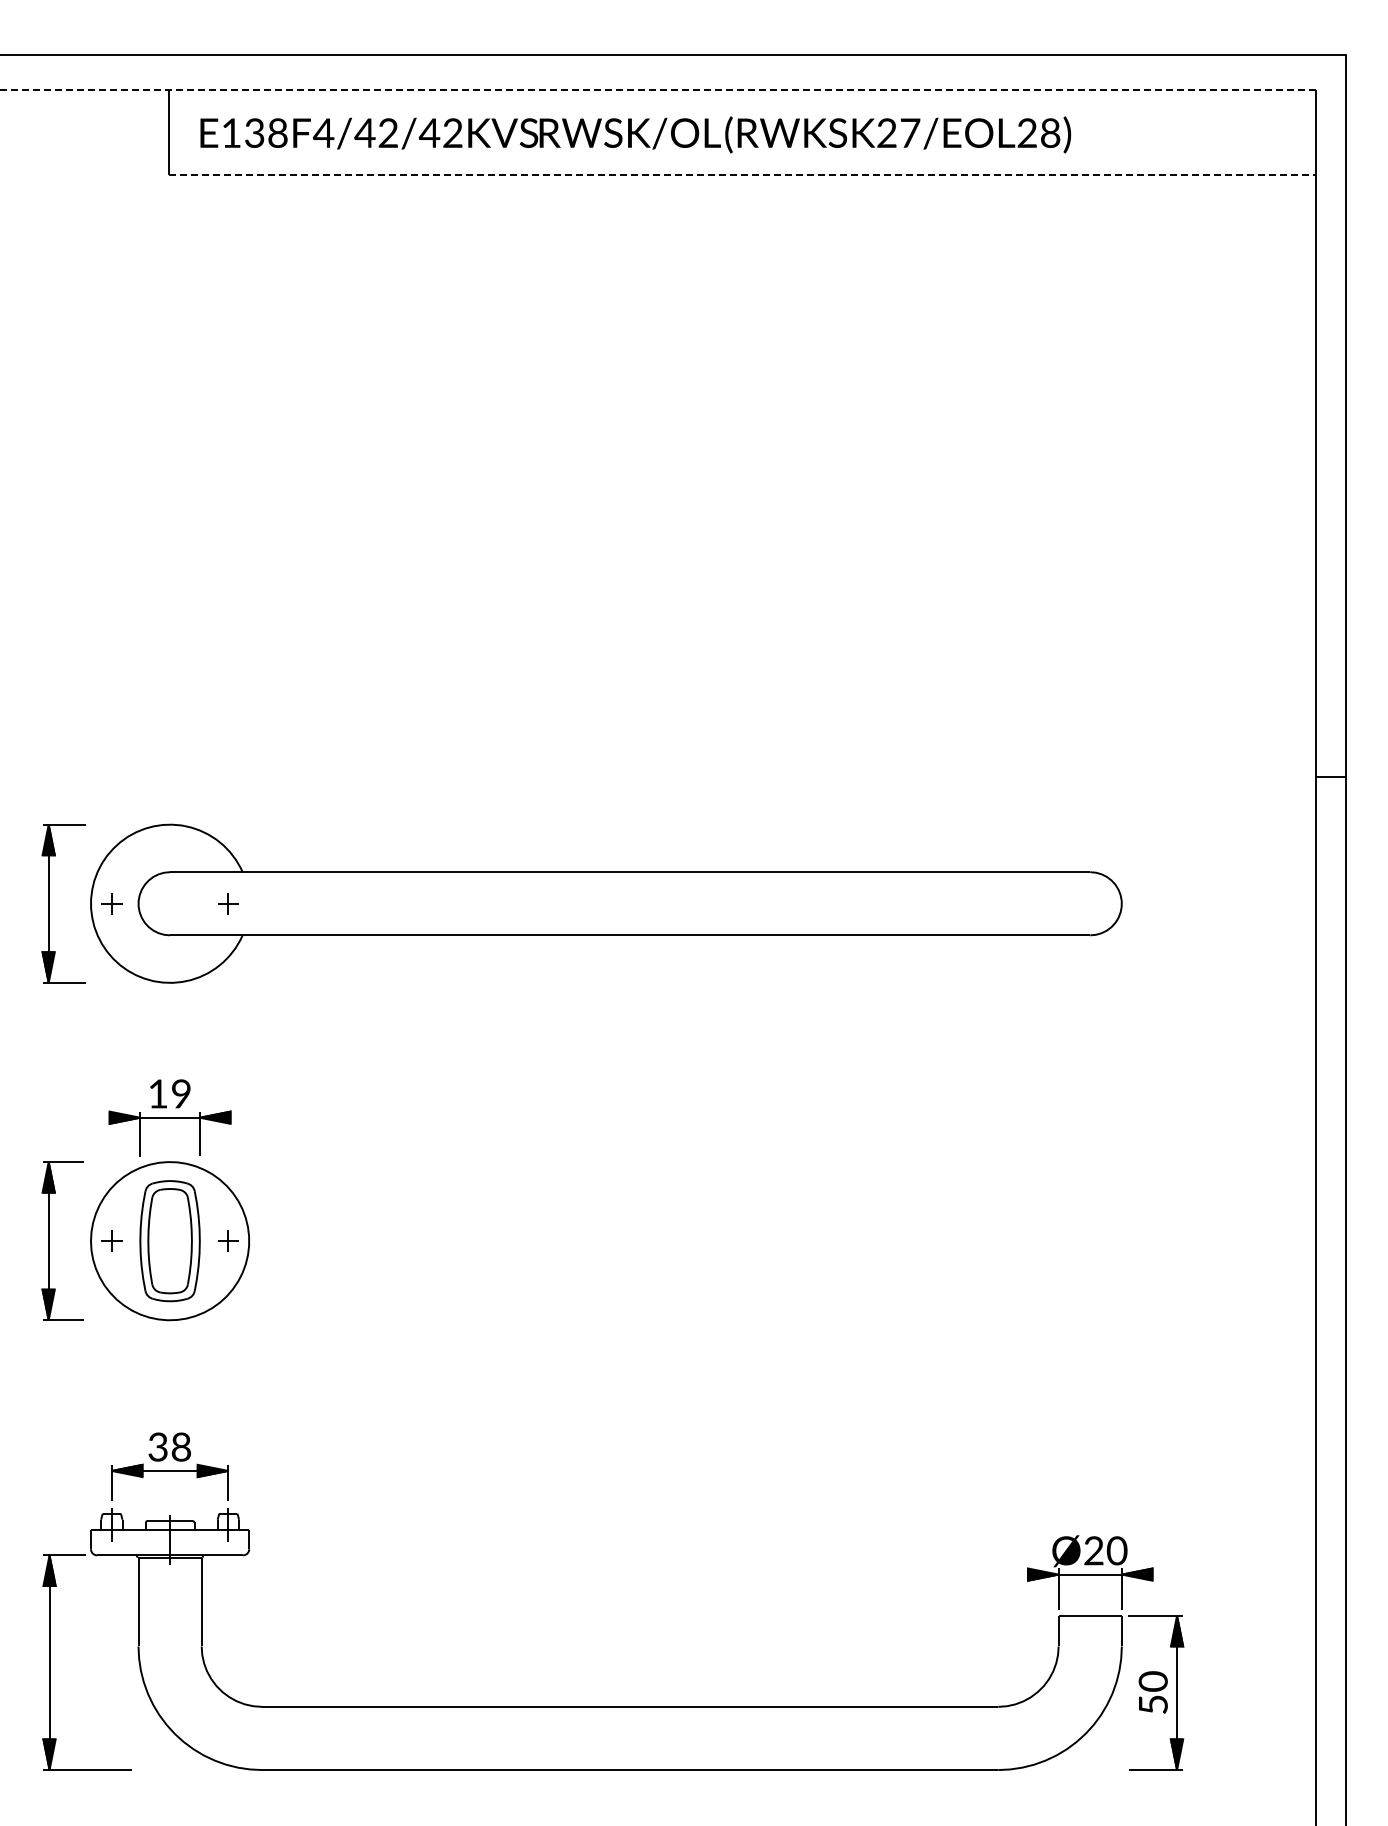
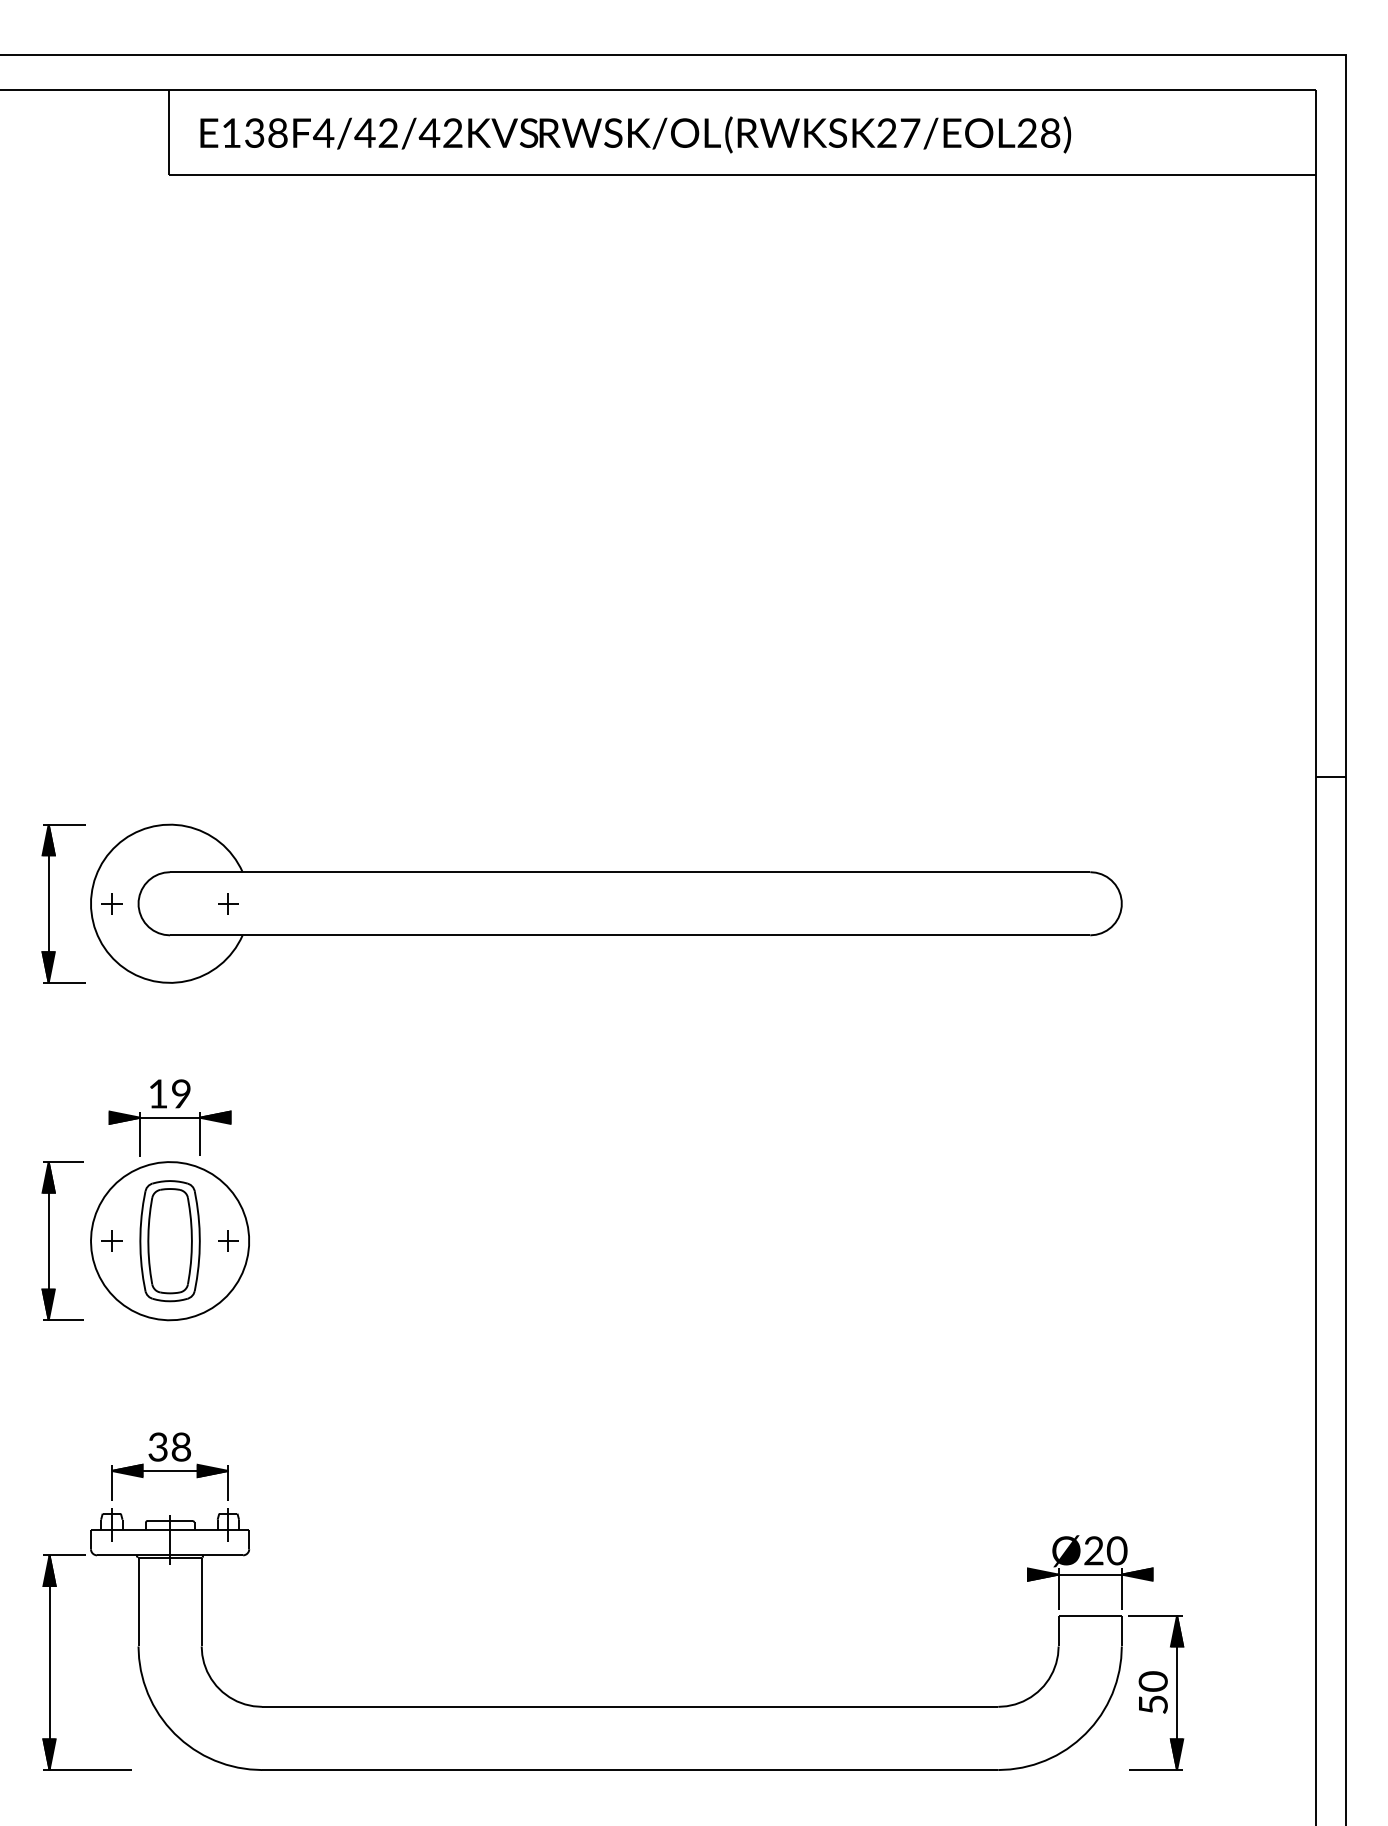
line at (657, 90): dashed -> solid
line at (742, 175): dashed -> solid
